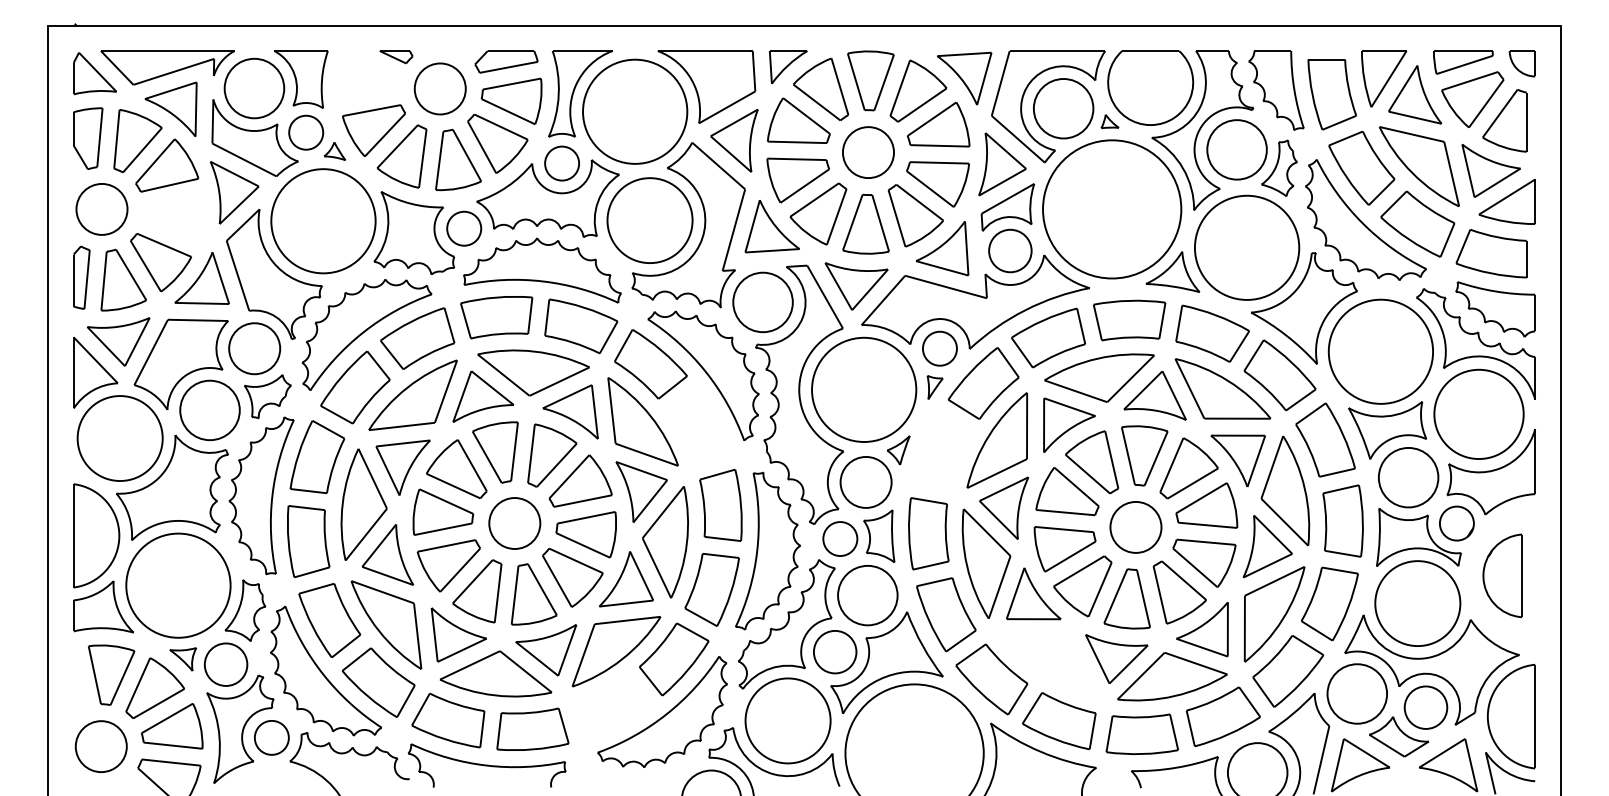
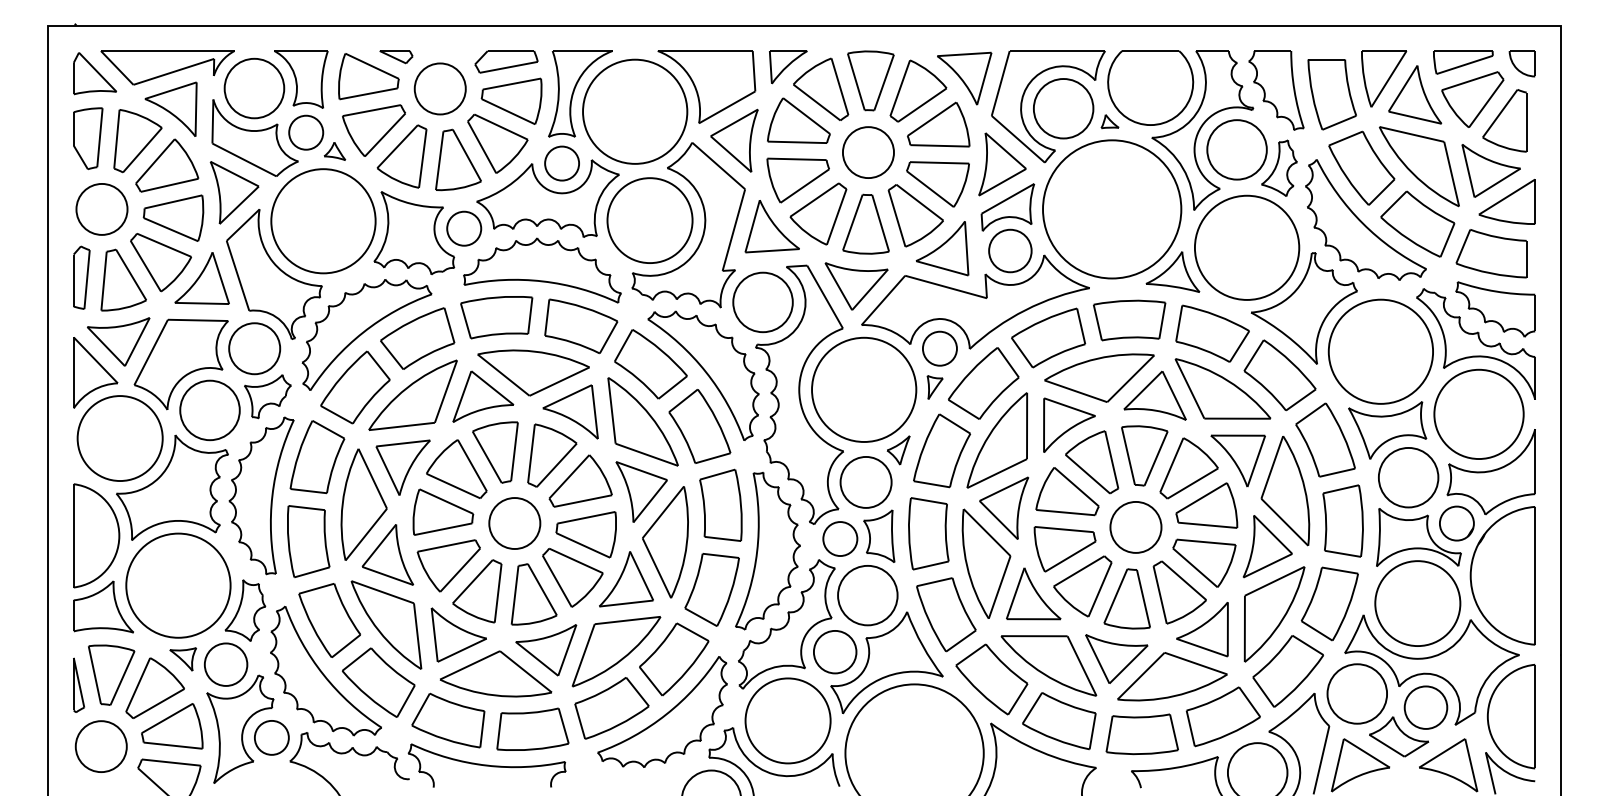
part at (368, 76): none -> present
part at (173, 217): none -> present
part at (699, 426): none -> present
part at (942, 450): none -> present
part at (1502, 575) size: 41x86 px -> 67x140 px
part at (1048, 665): none -> present
part at (79, 684): none -> present
part at (611, 708): none -> present
